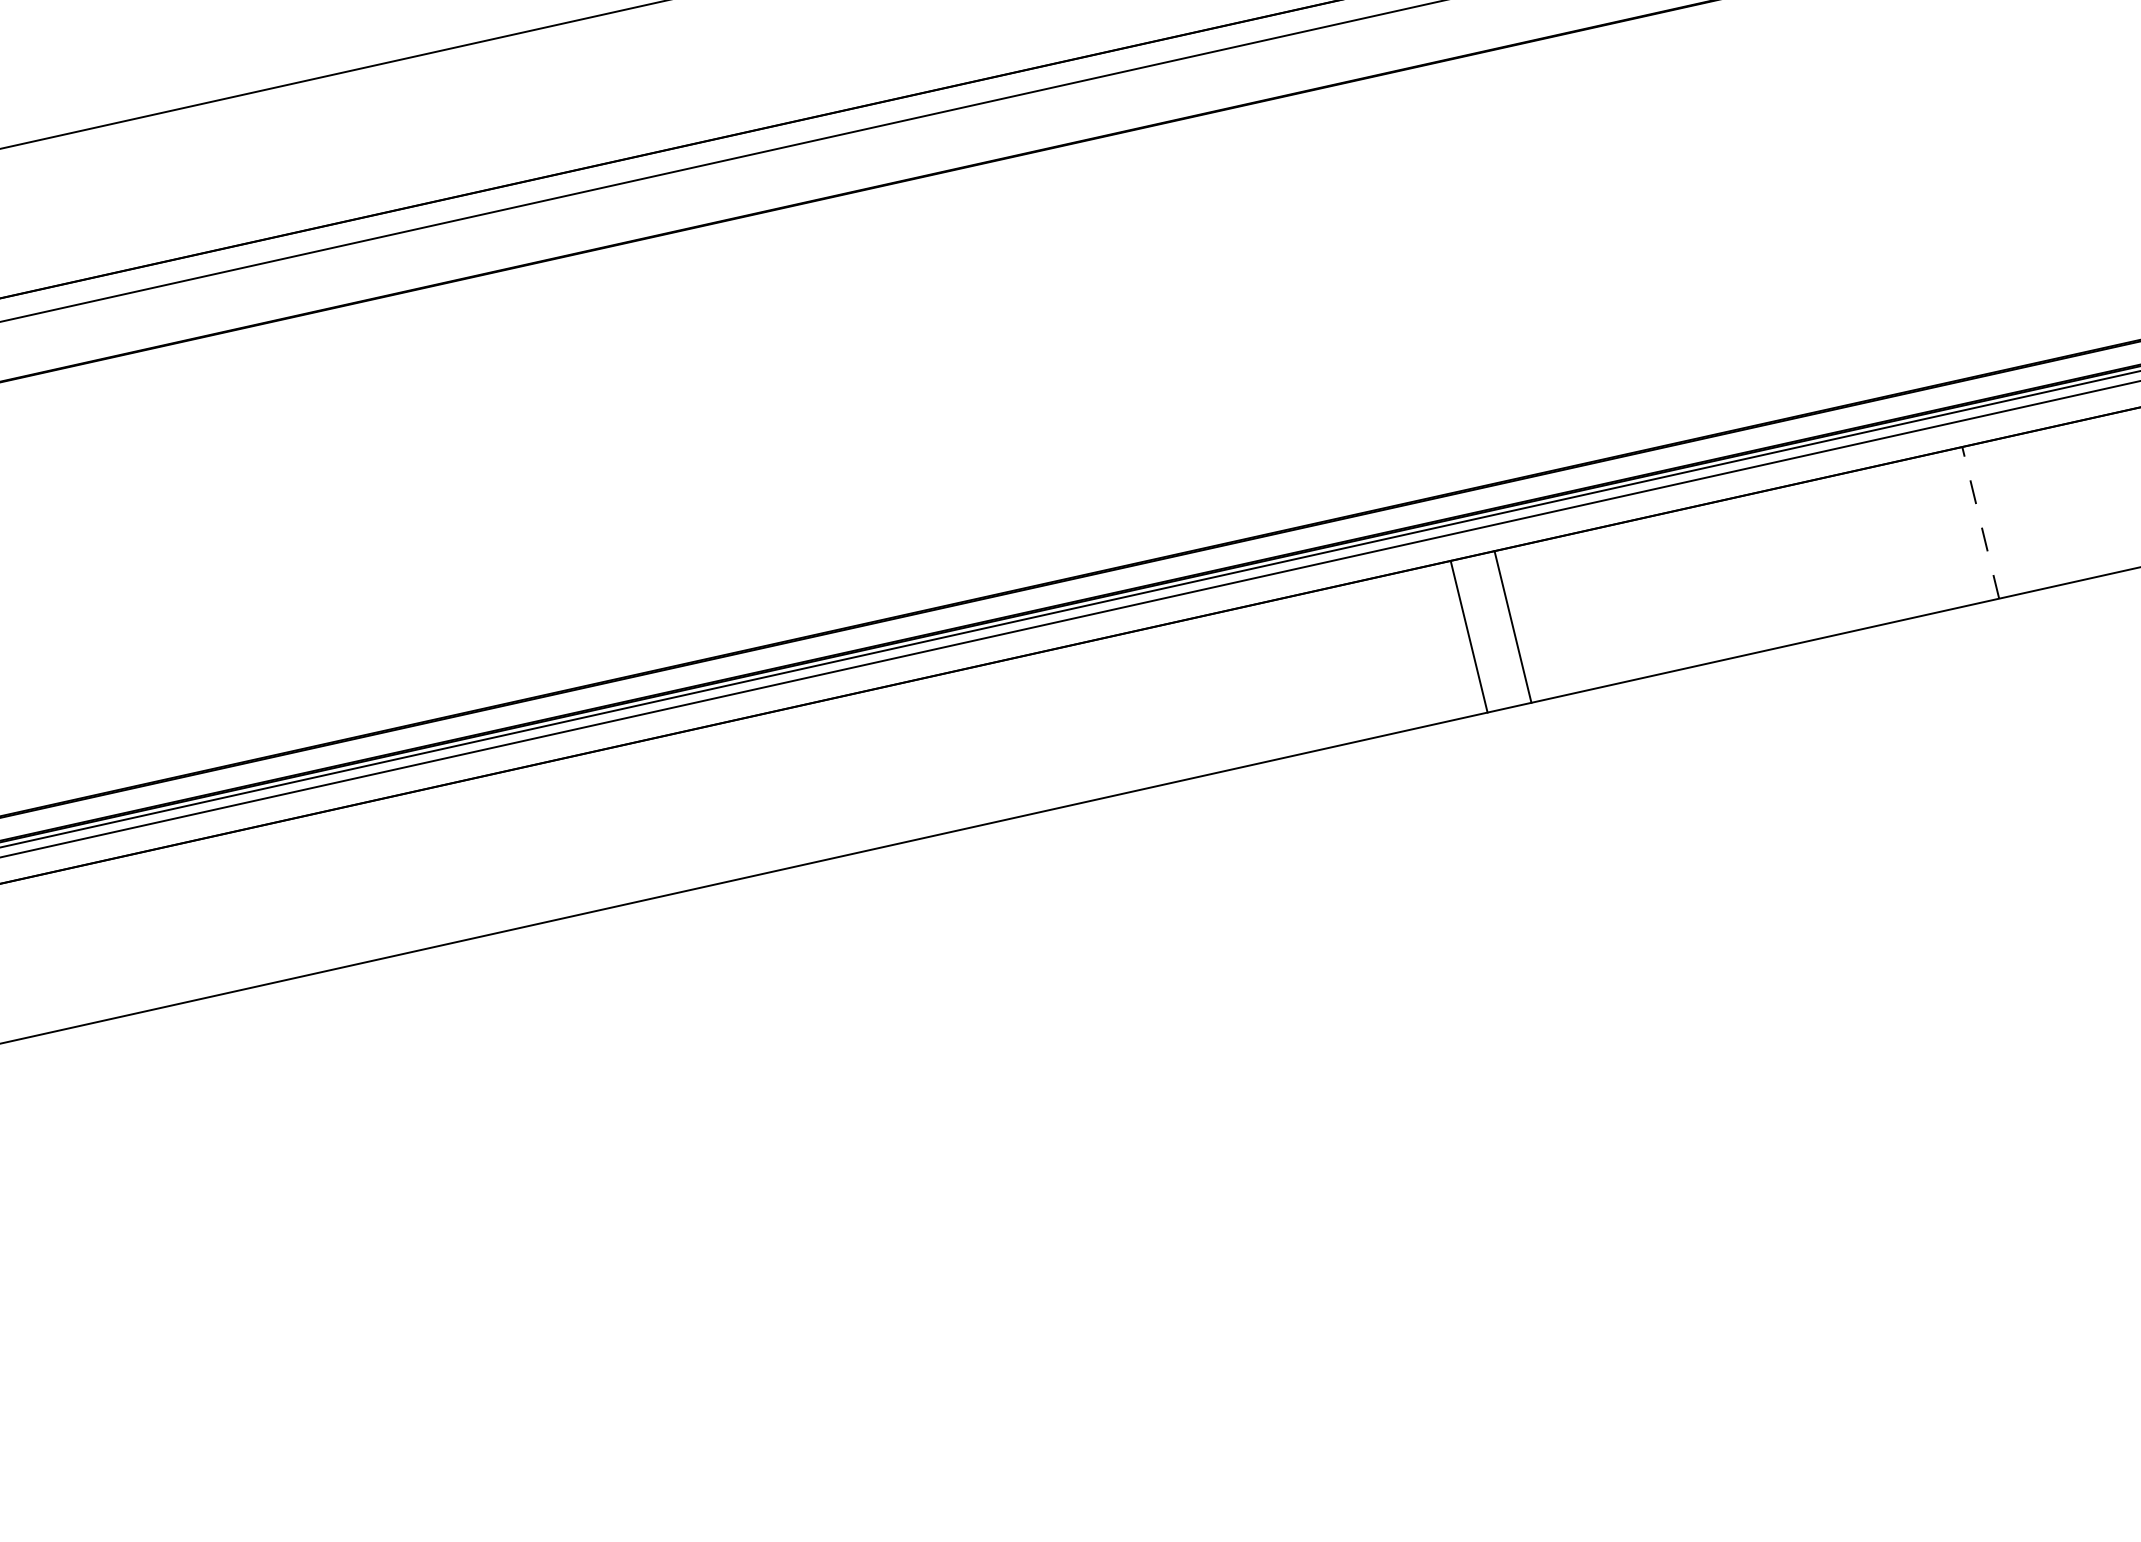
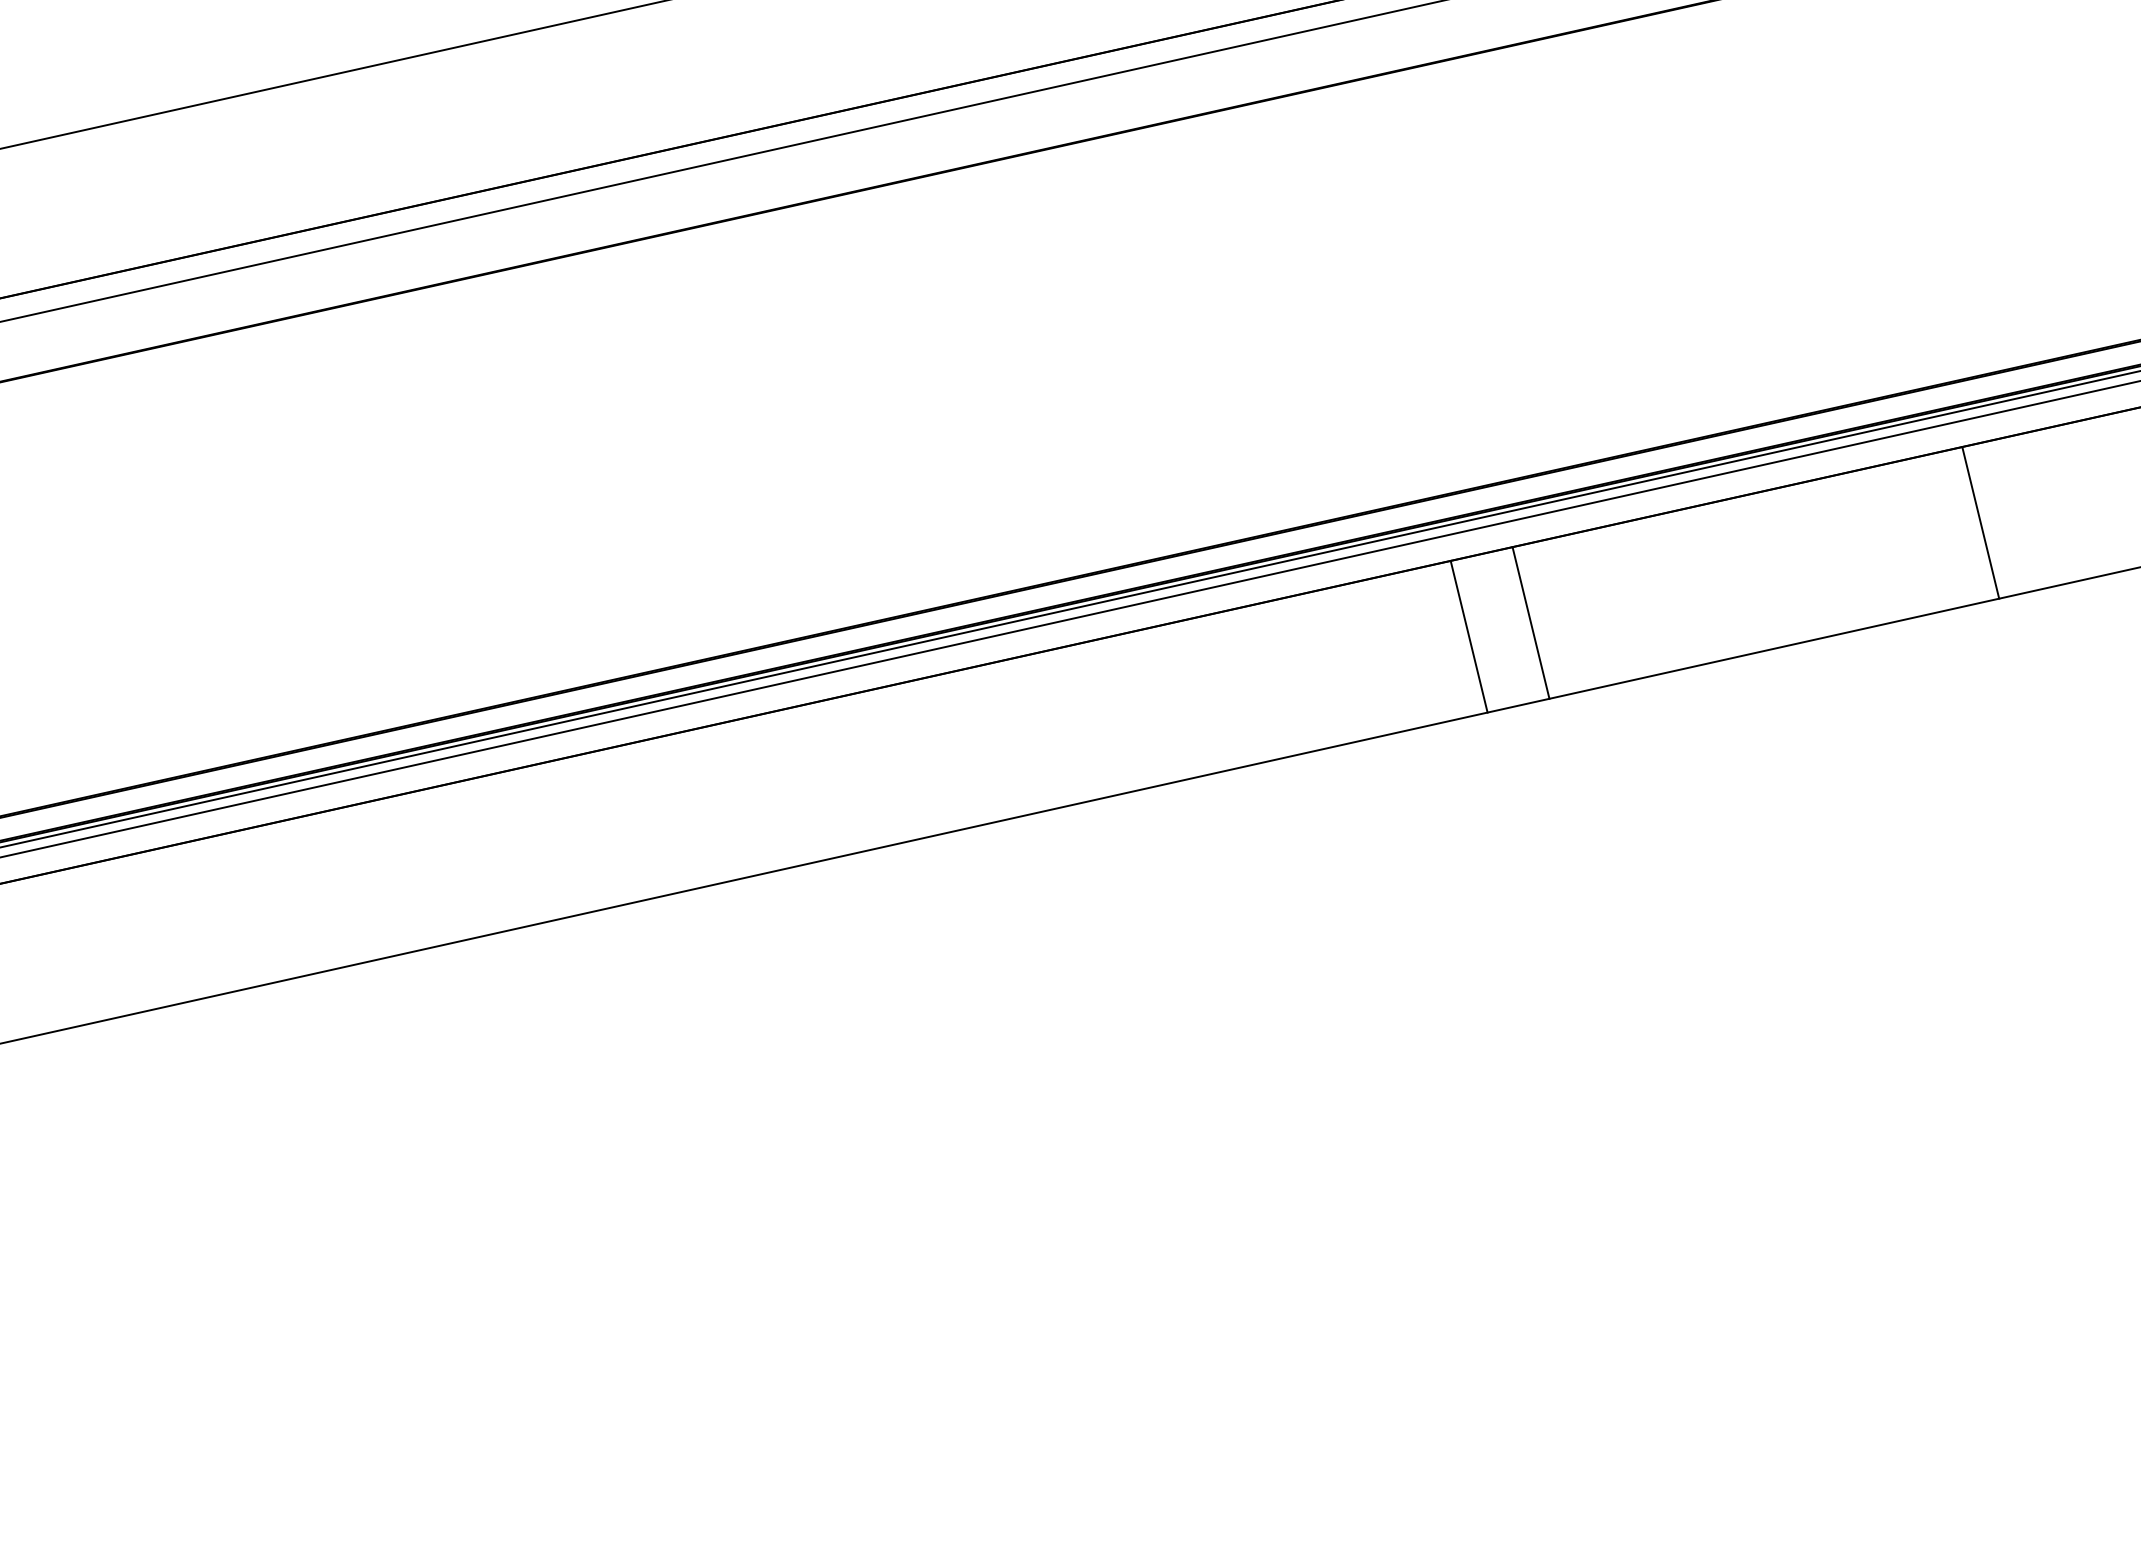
line at (1980, 522): dashed -> solid
line at (1512, 626) position: (1512, 626) -> (1530, 622)
